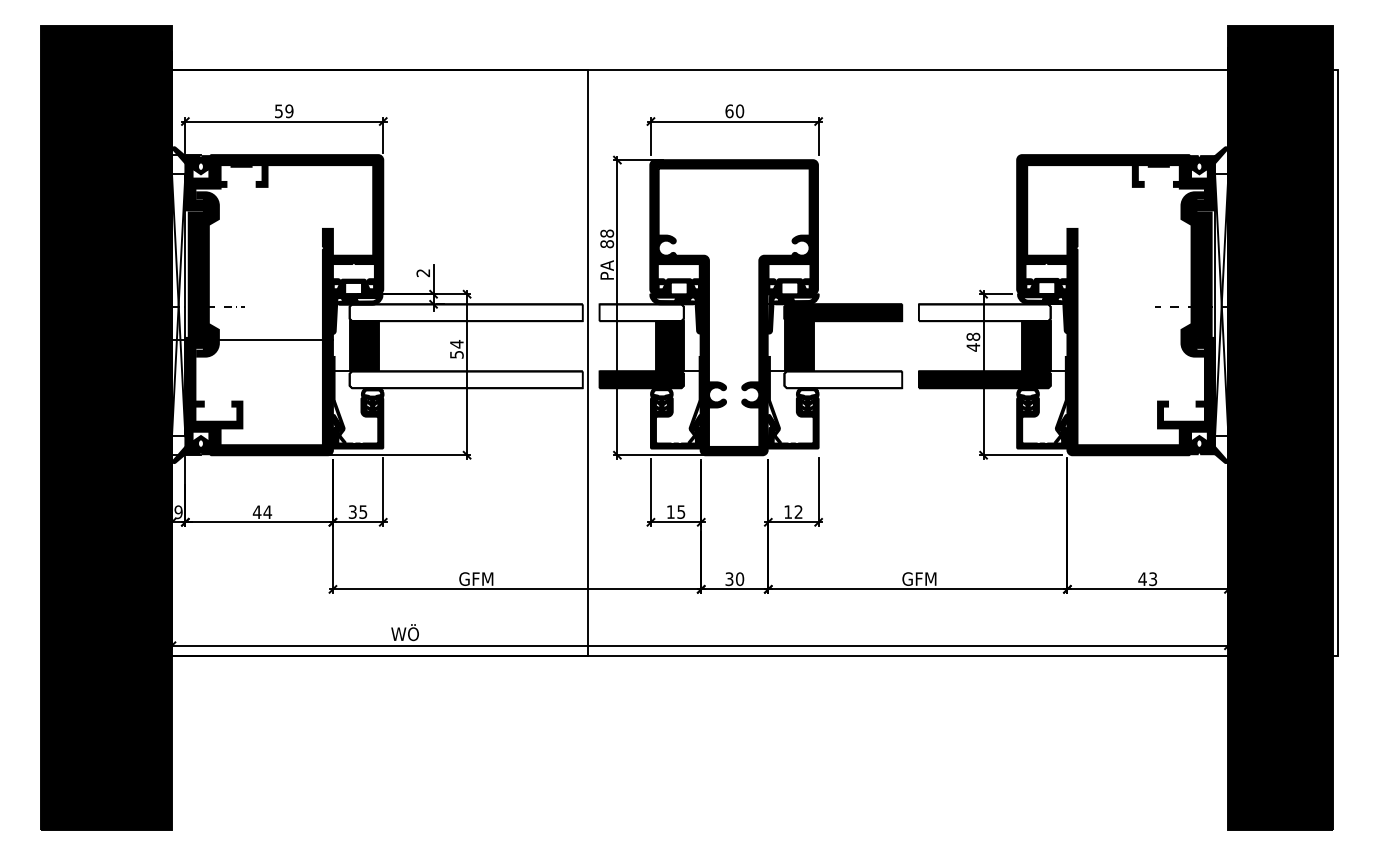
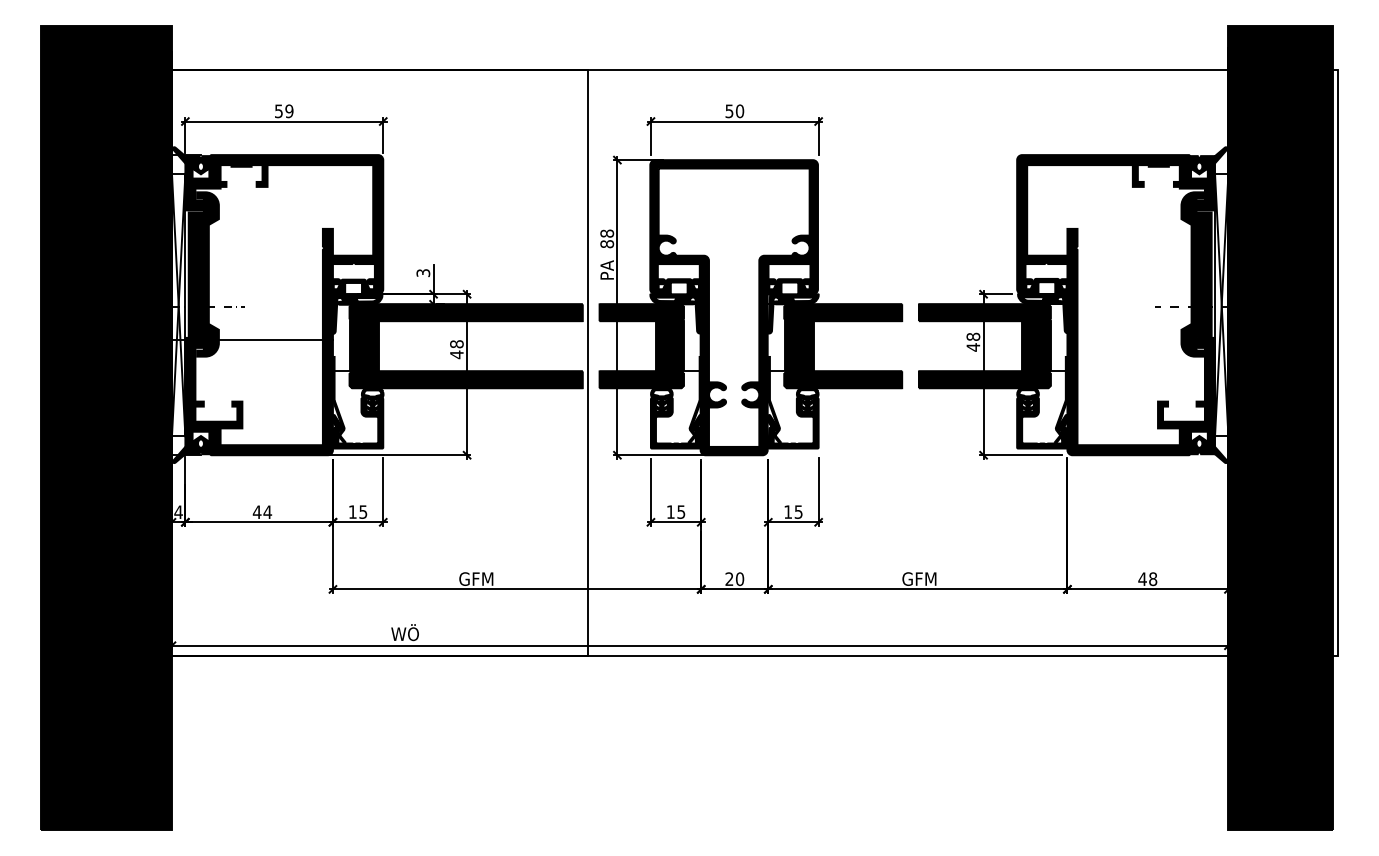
text at (729, 111): 60 -> 50
text at (423, 272): 2 -> 3
fill at (465, 312): none -> present
fill at (641, 312): none -> present
fill at (984, 312): none -> present
text at (456, 349): 54 -> 48
fill at (465, 379): none -> present
fill at (843, 379): none -> present
text at (352, 511): 35 -> 15
text at (798, 511): 12 -> 15
text at (178, 512): 9 -> 4
text at (1153, 578): 43 -> 48
text at (729, 579): 30 -> 20
